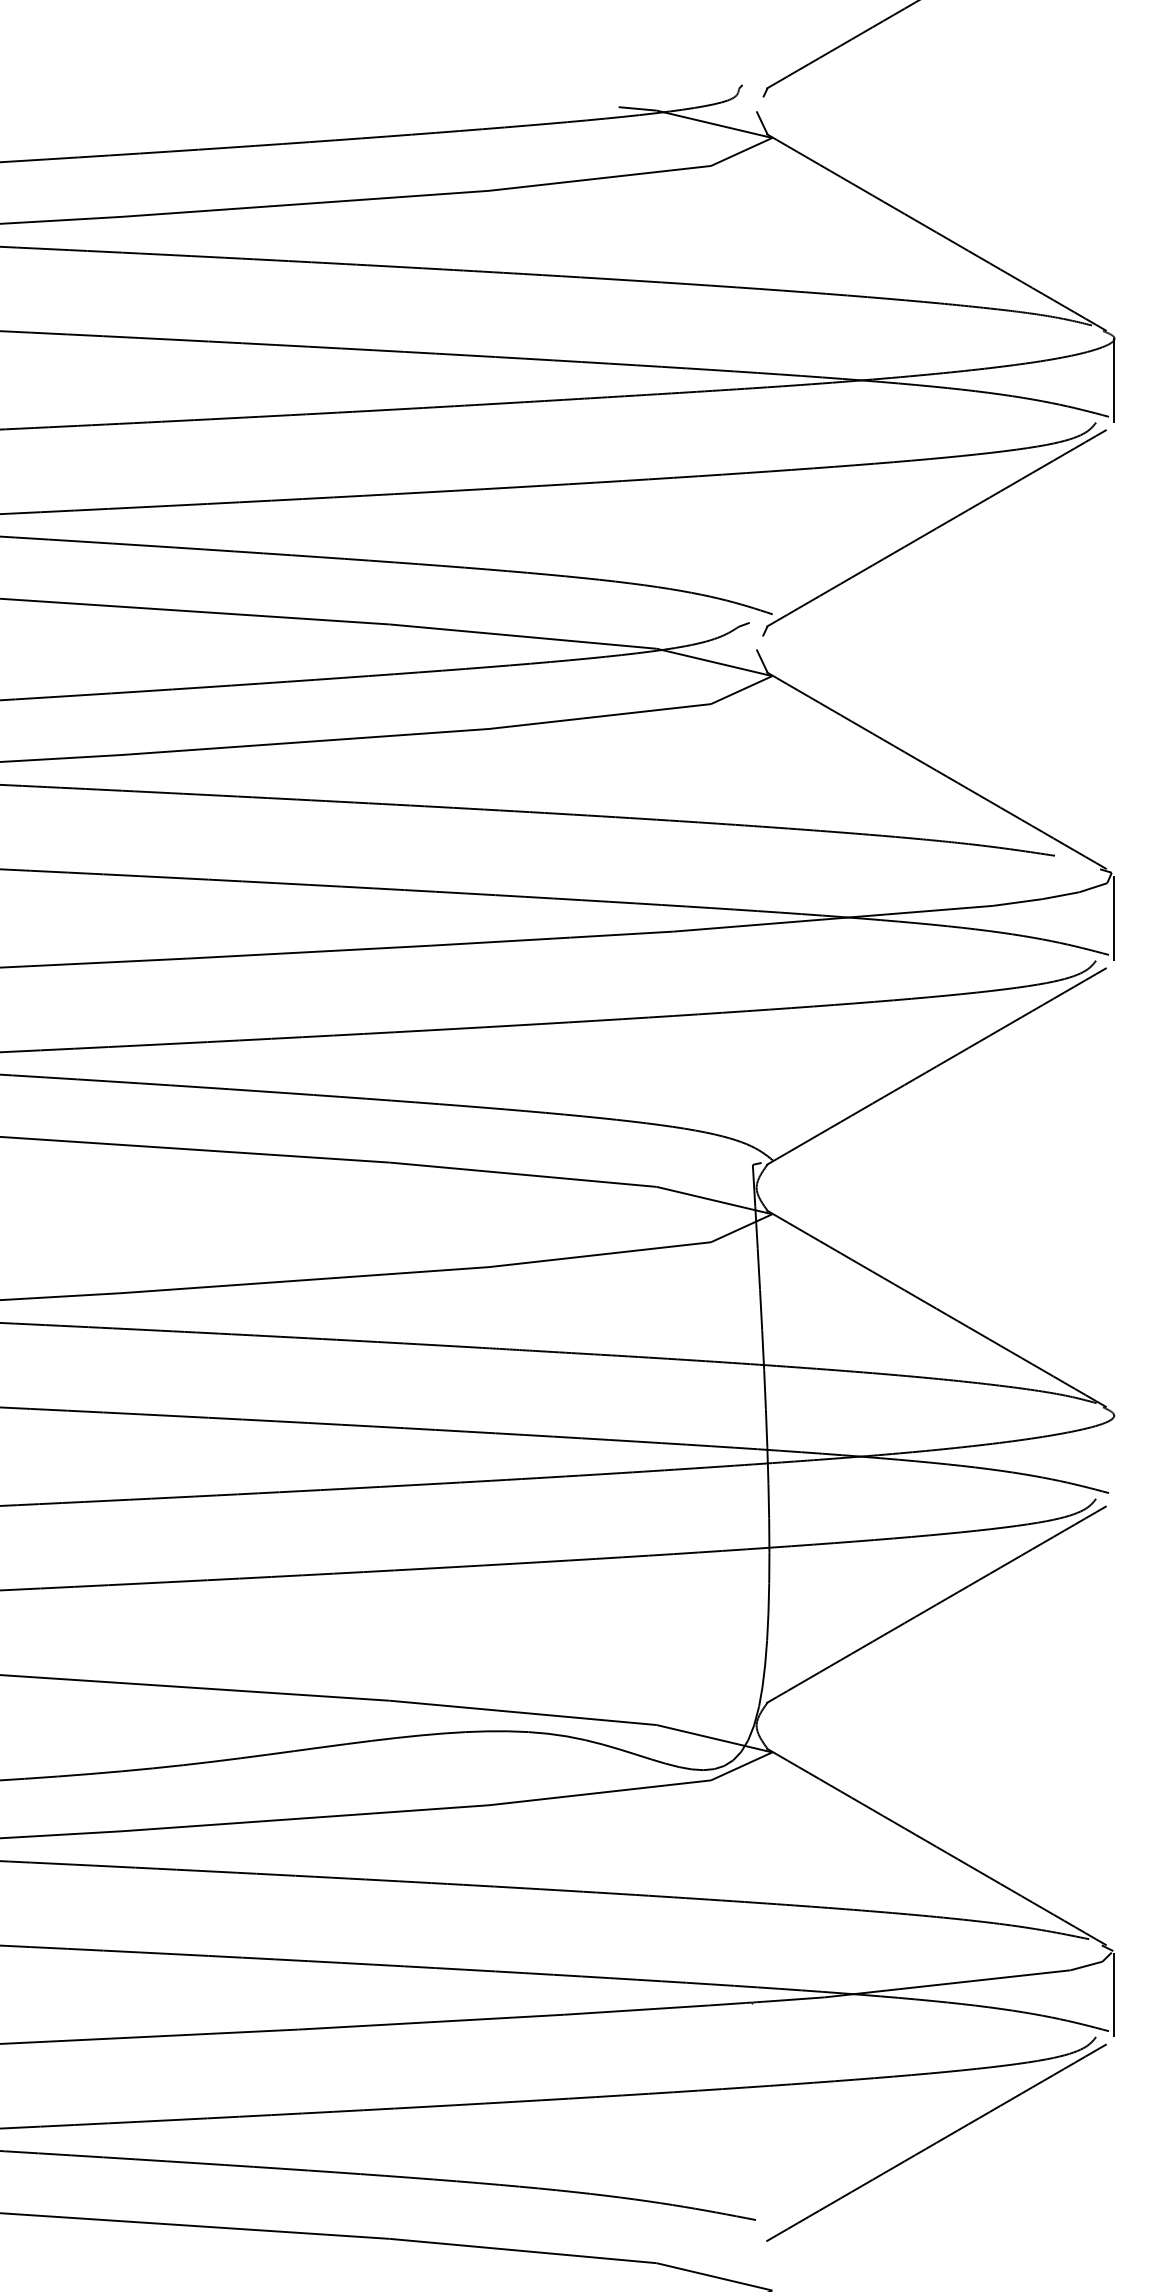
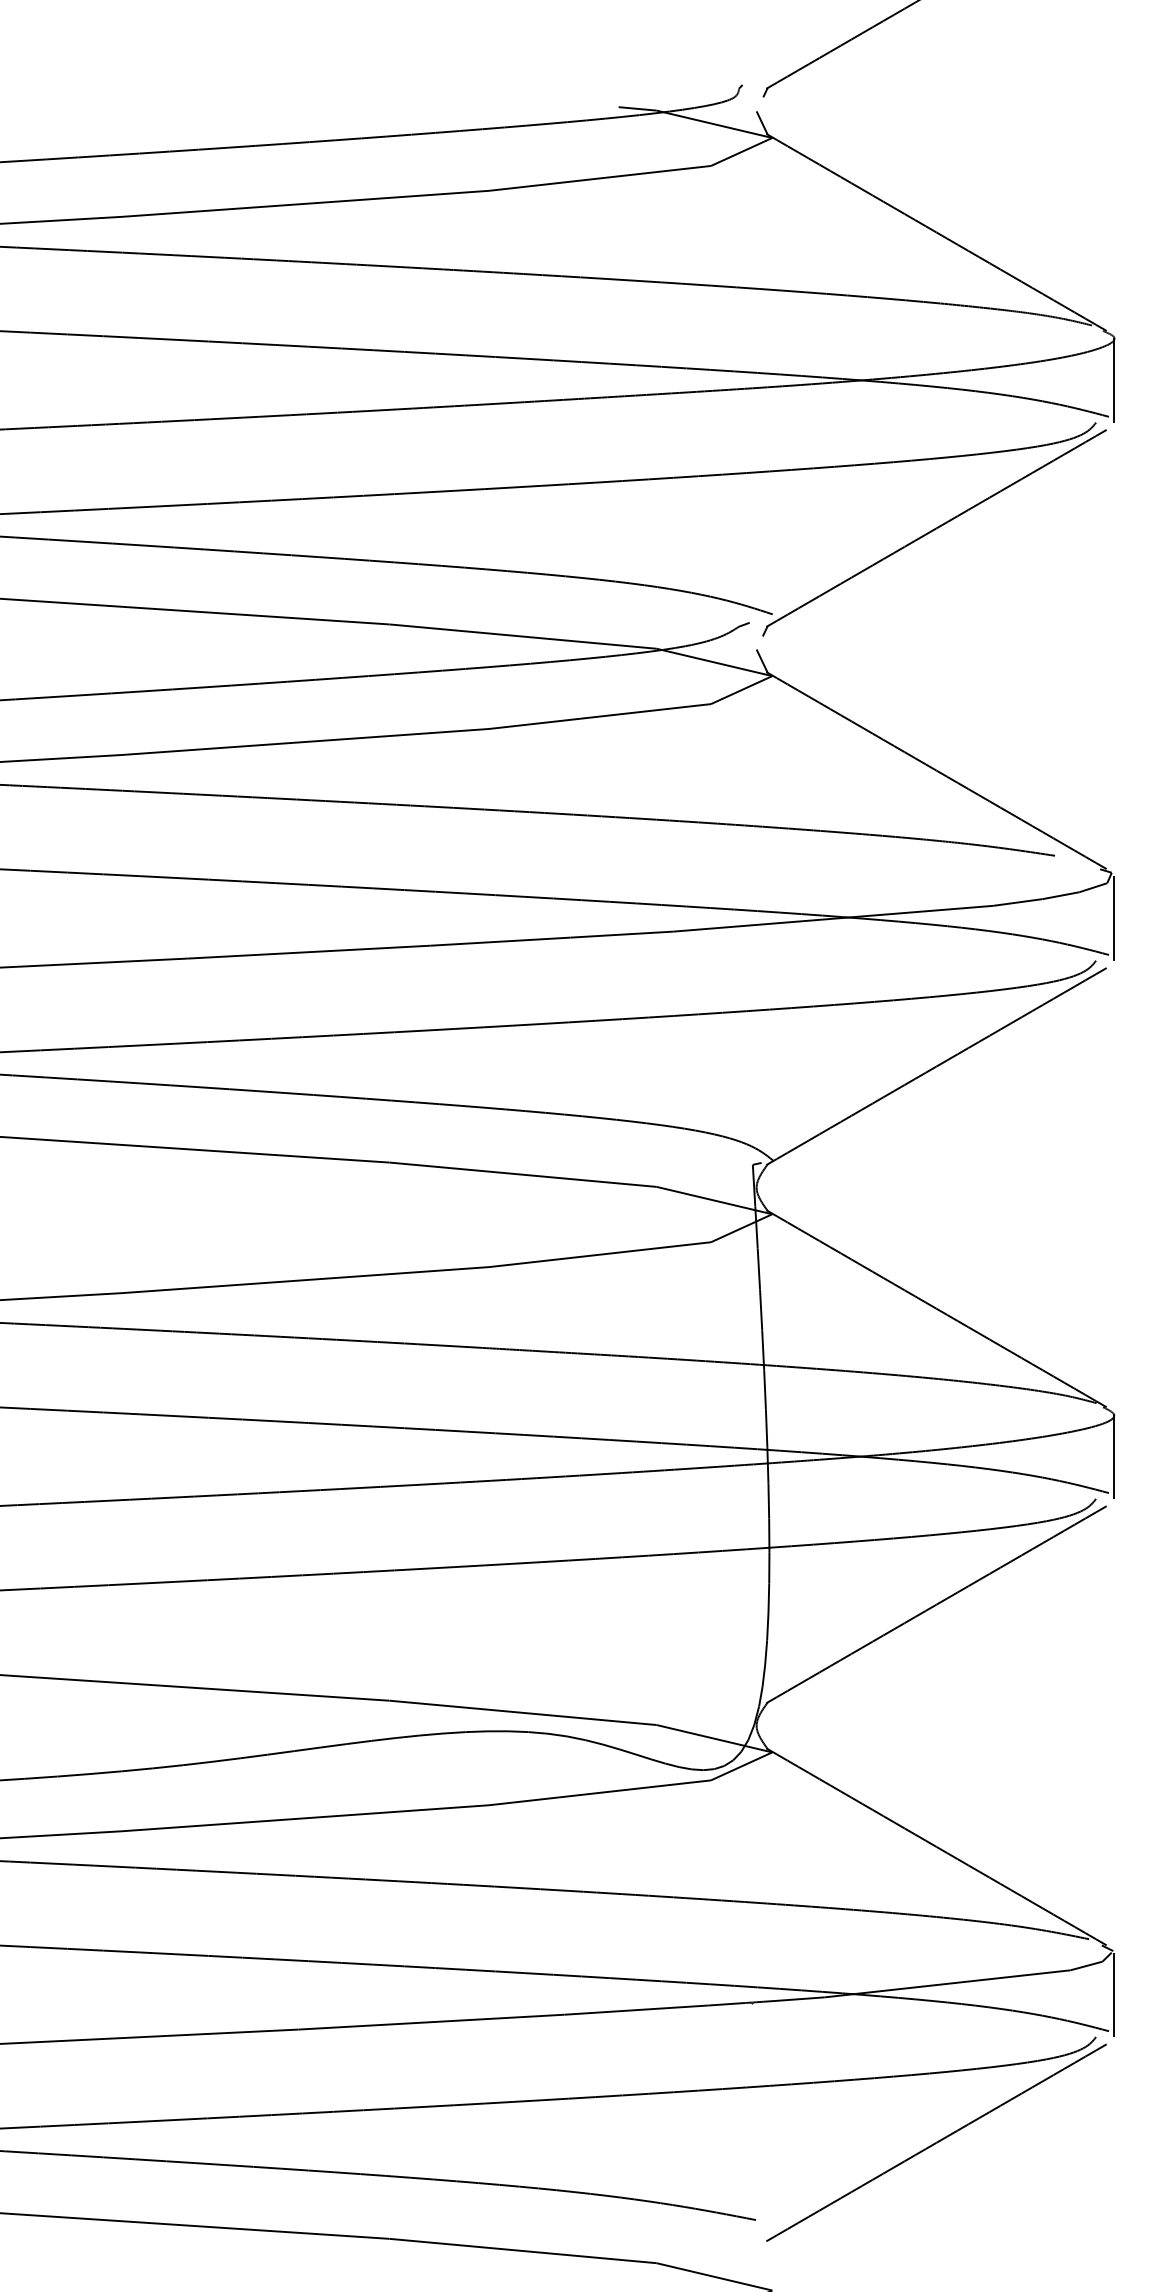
line at (1113, 1456): none -> present
